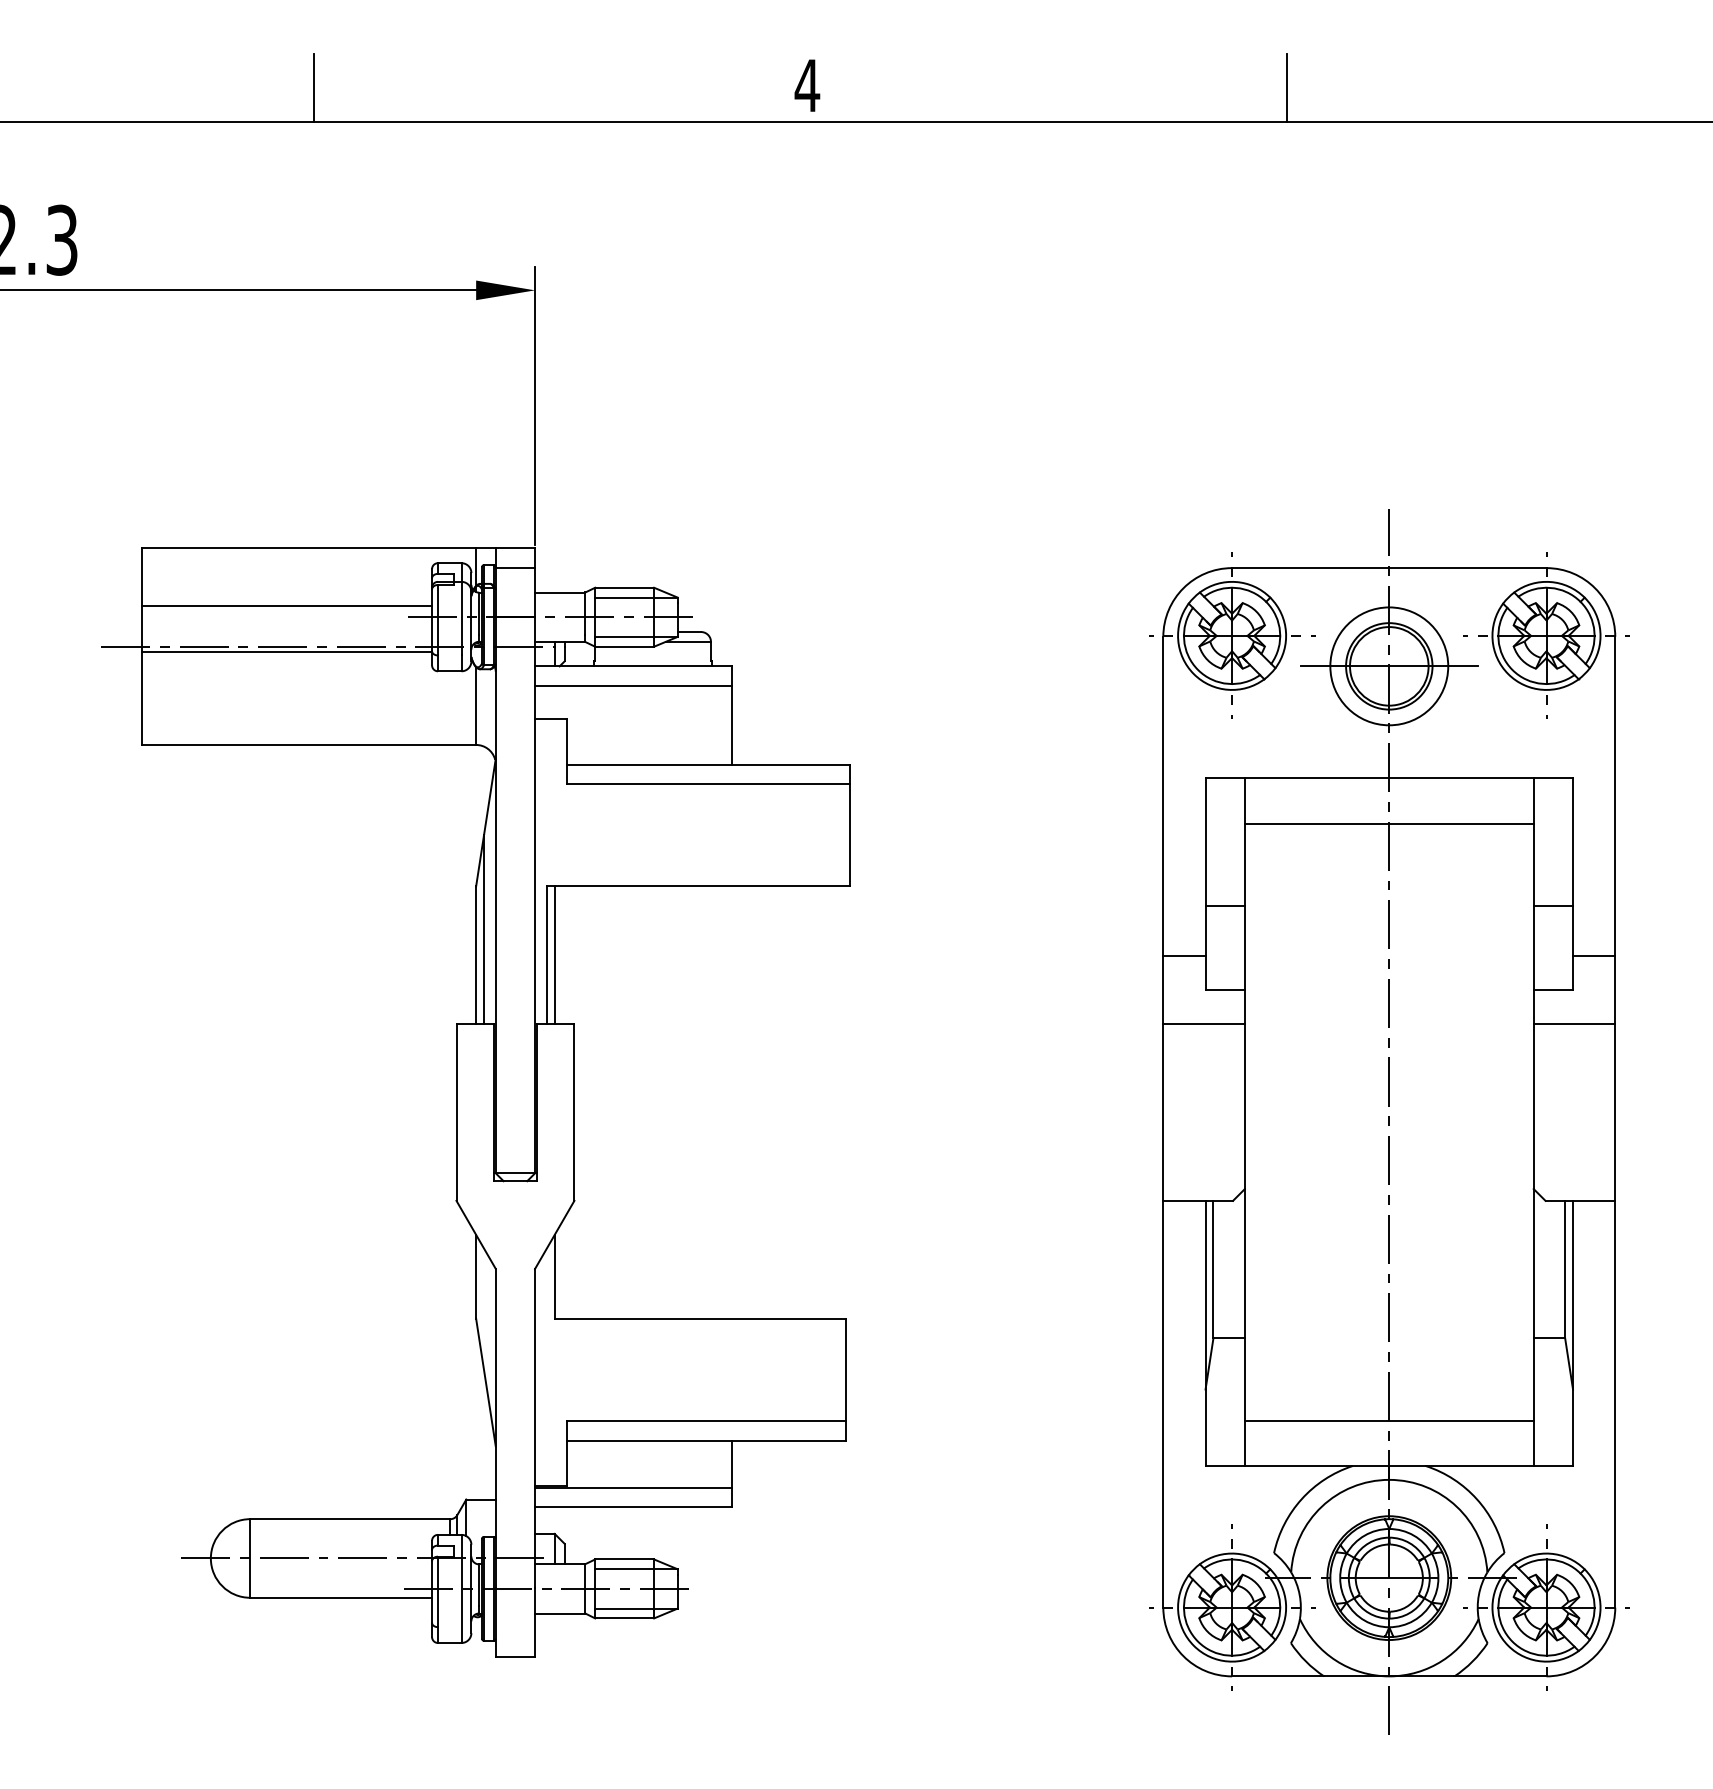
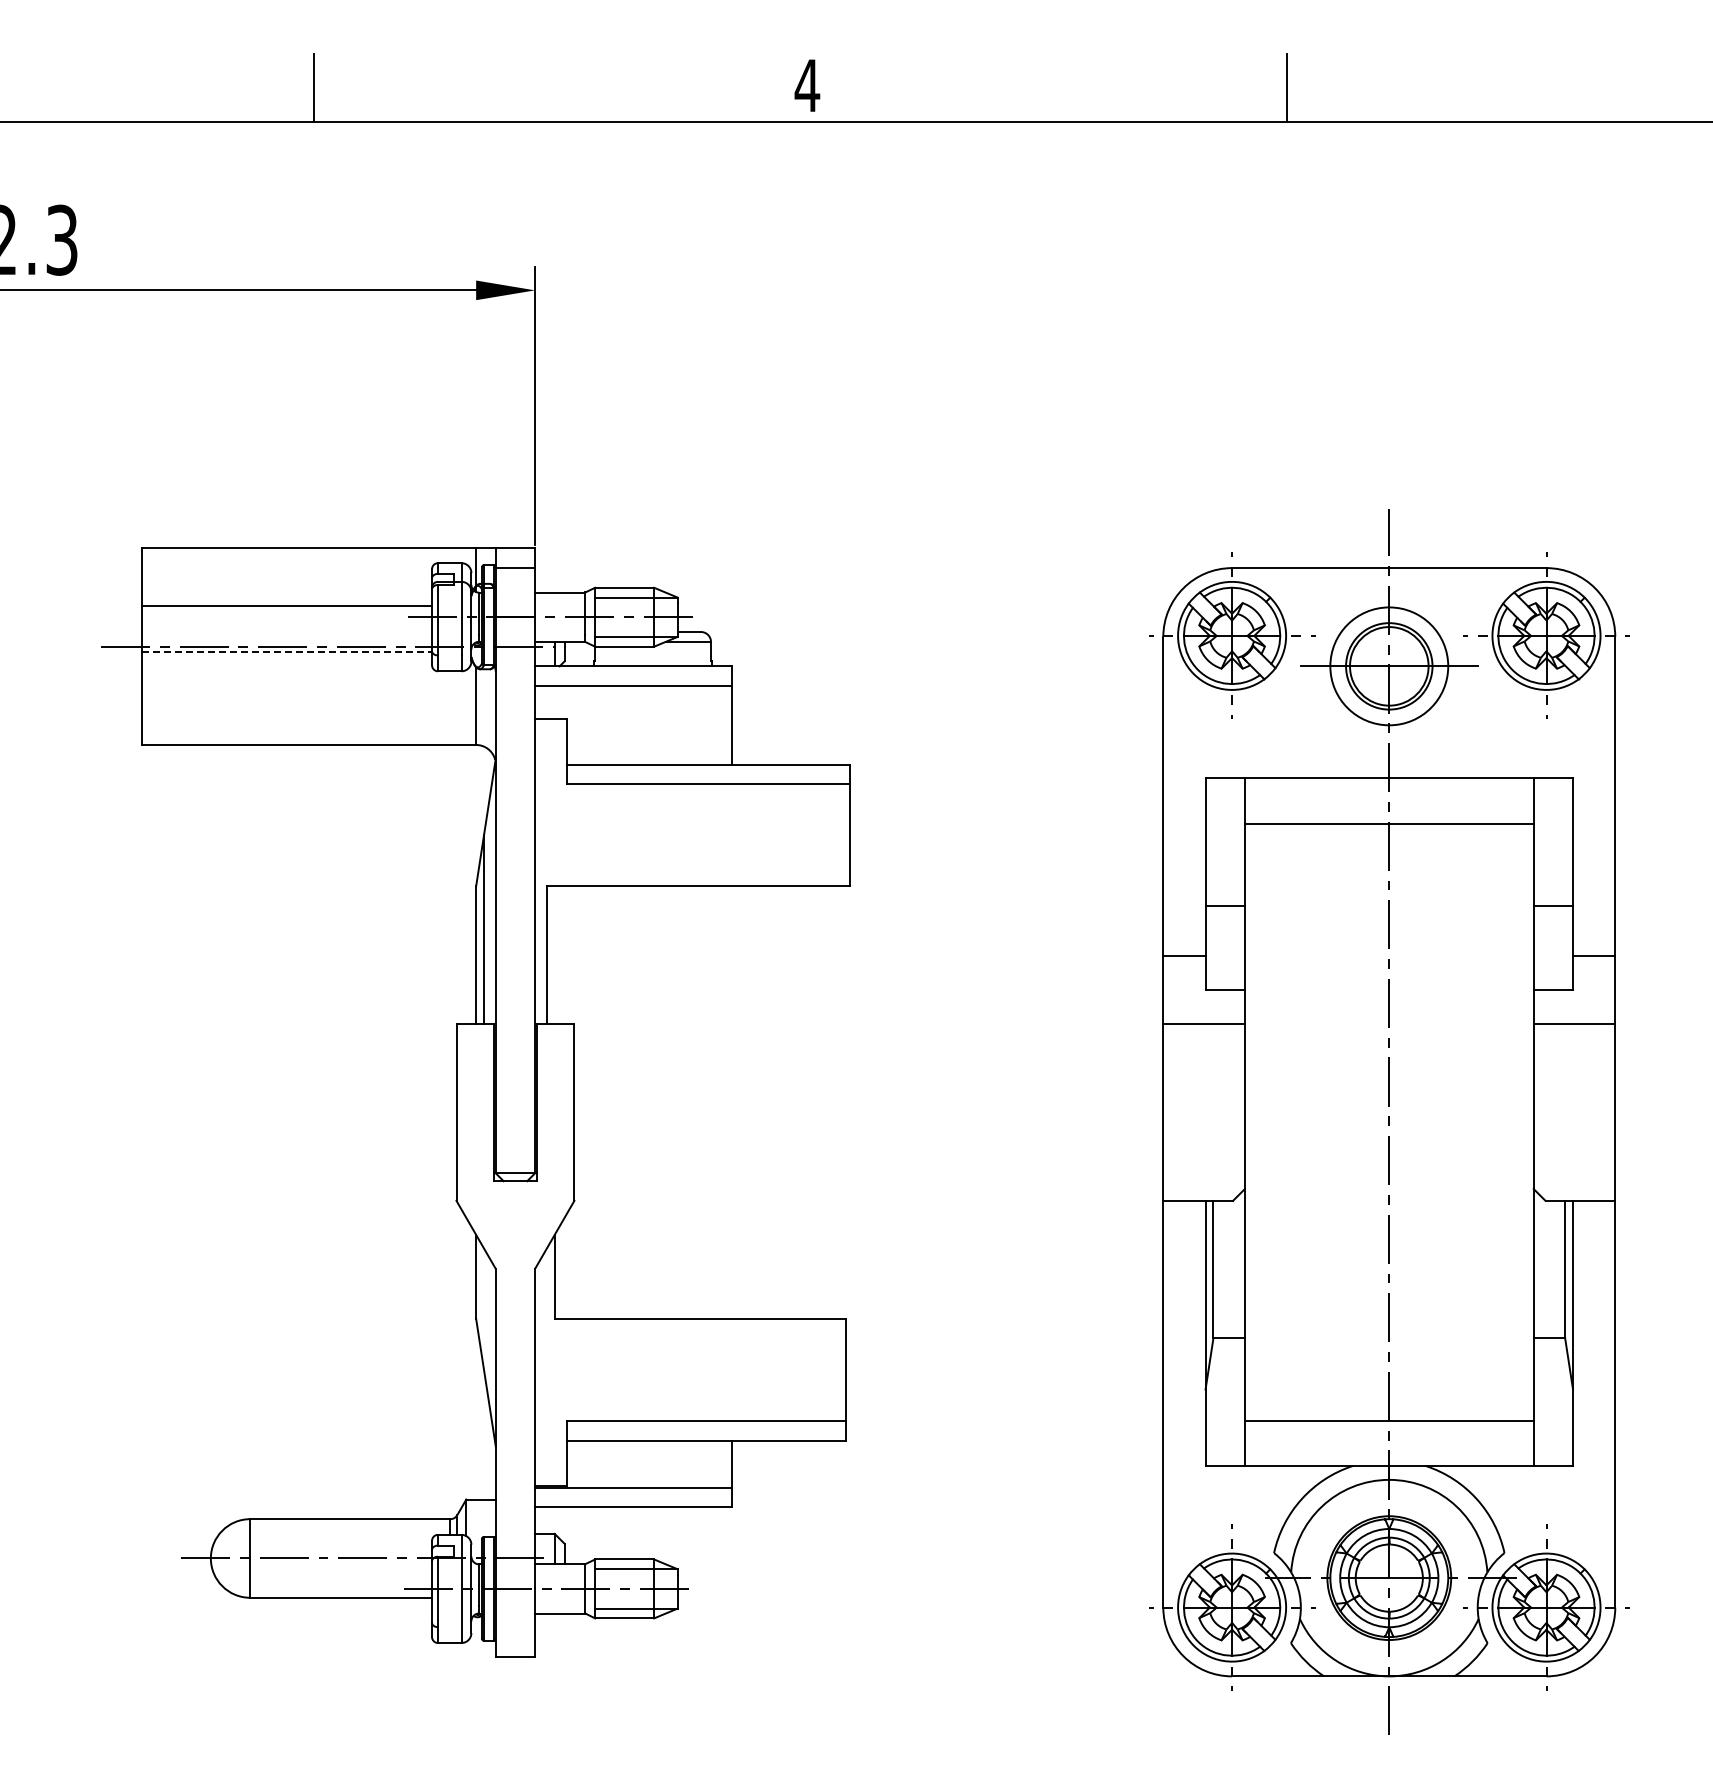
line at (287, 652): solid -> dashed
line at (554, 955): present -> none
